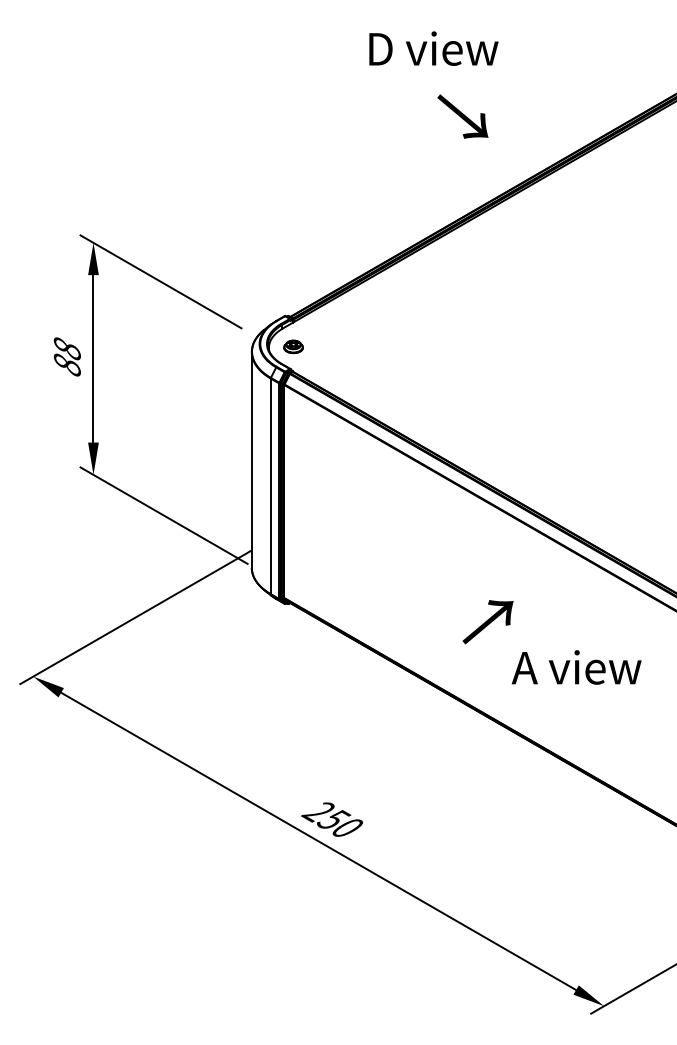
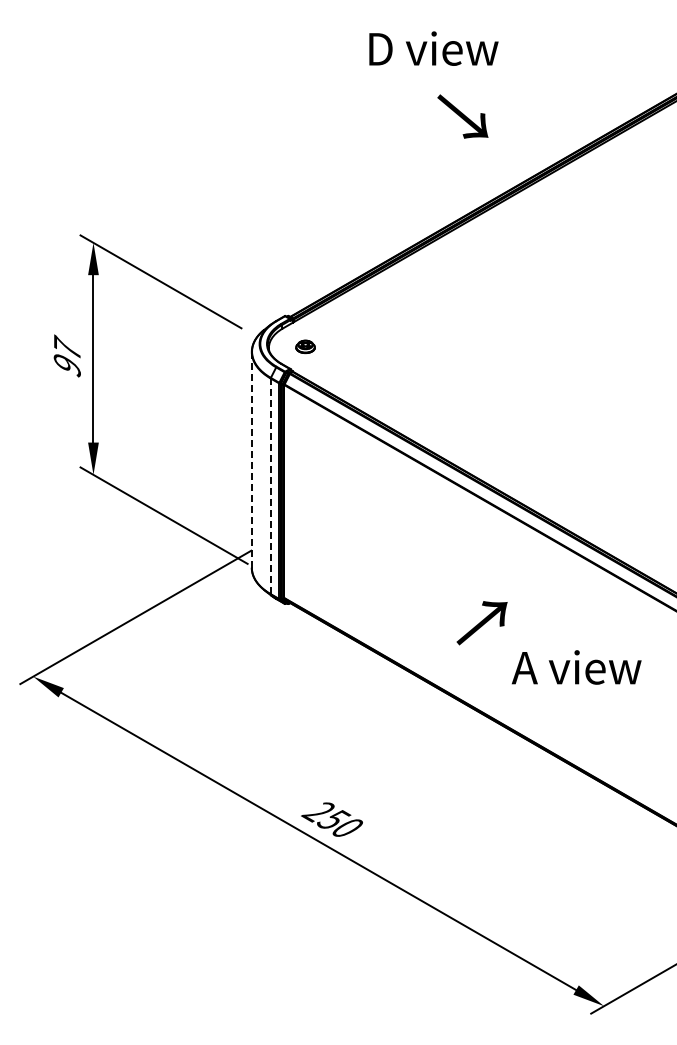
part at (293, 346) position: (293, 346) -> (305, 346)
text at (66, 355): 88 -> 97
line at (251, 459): solid -> dashed
line at (270, 486): solid -> dashed
text at (487, 622) position: (487, 622) -> (481, 623)
